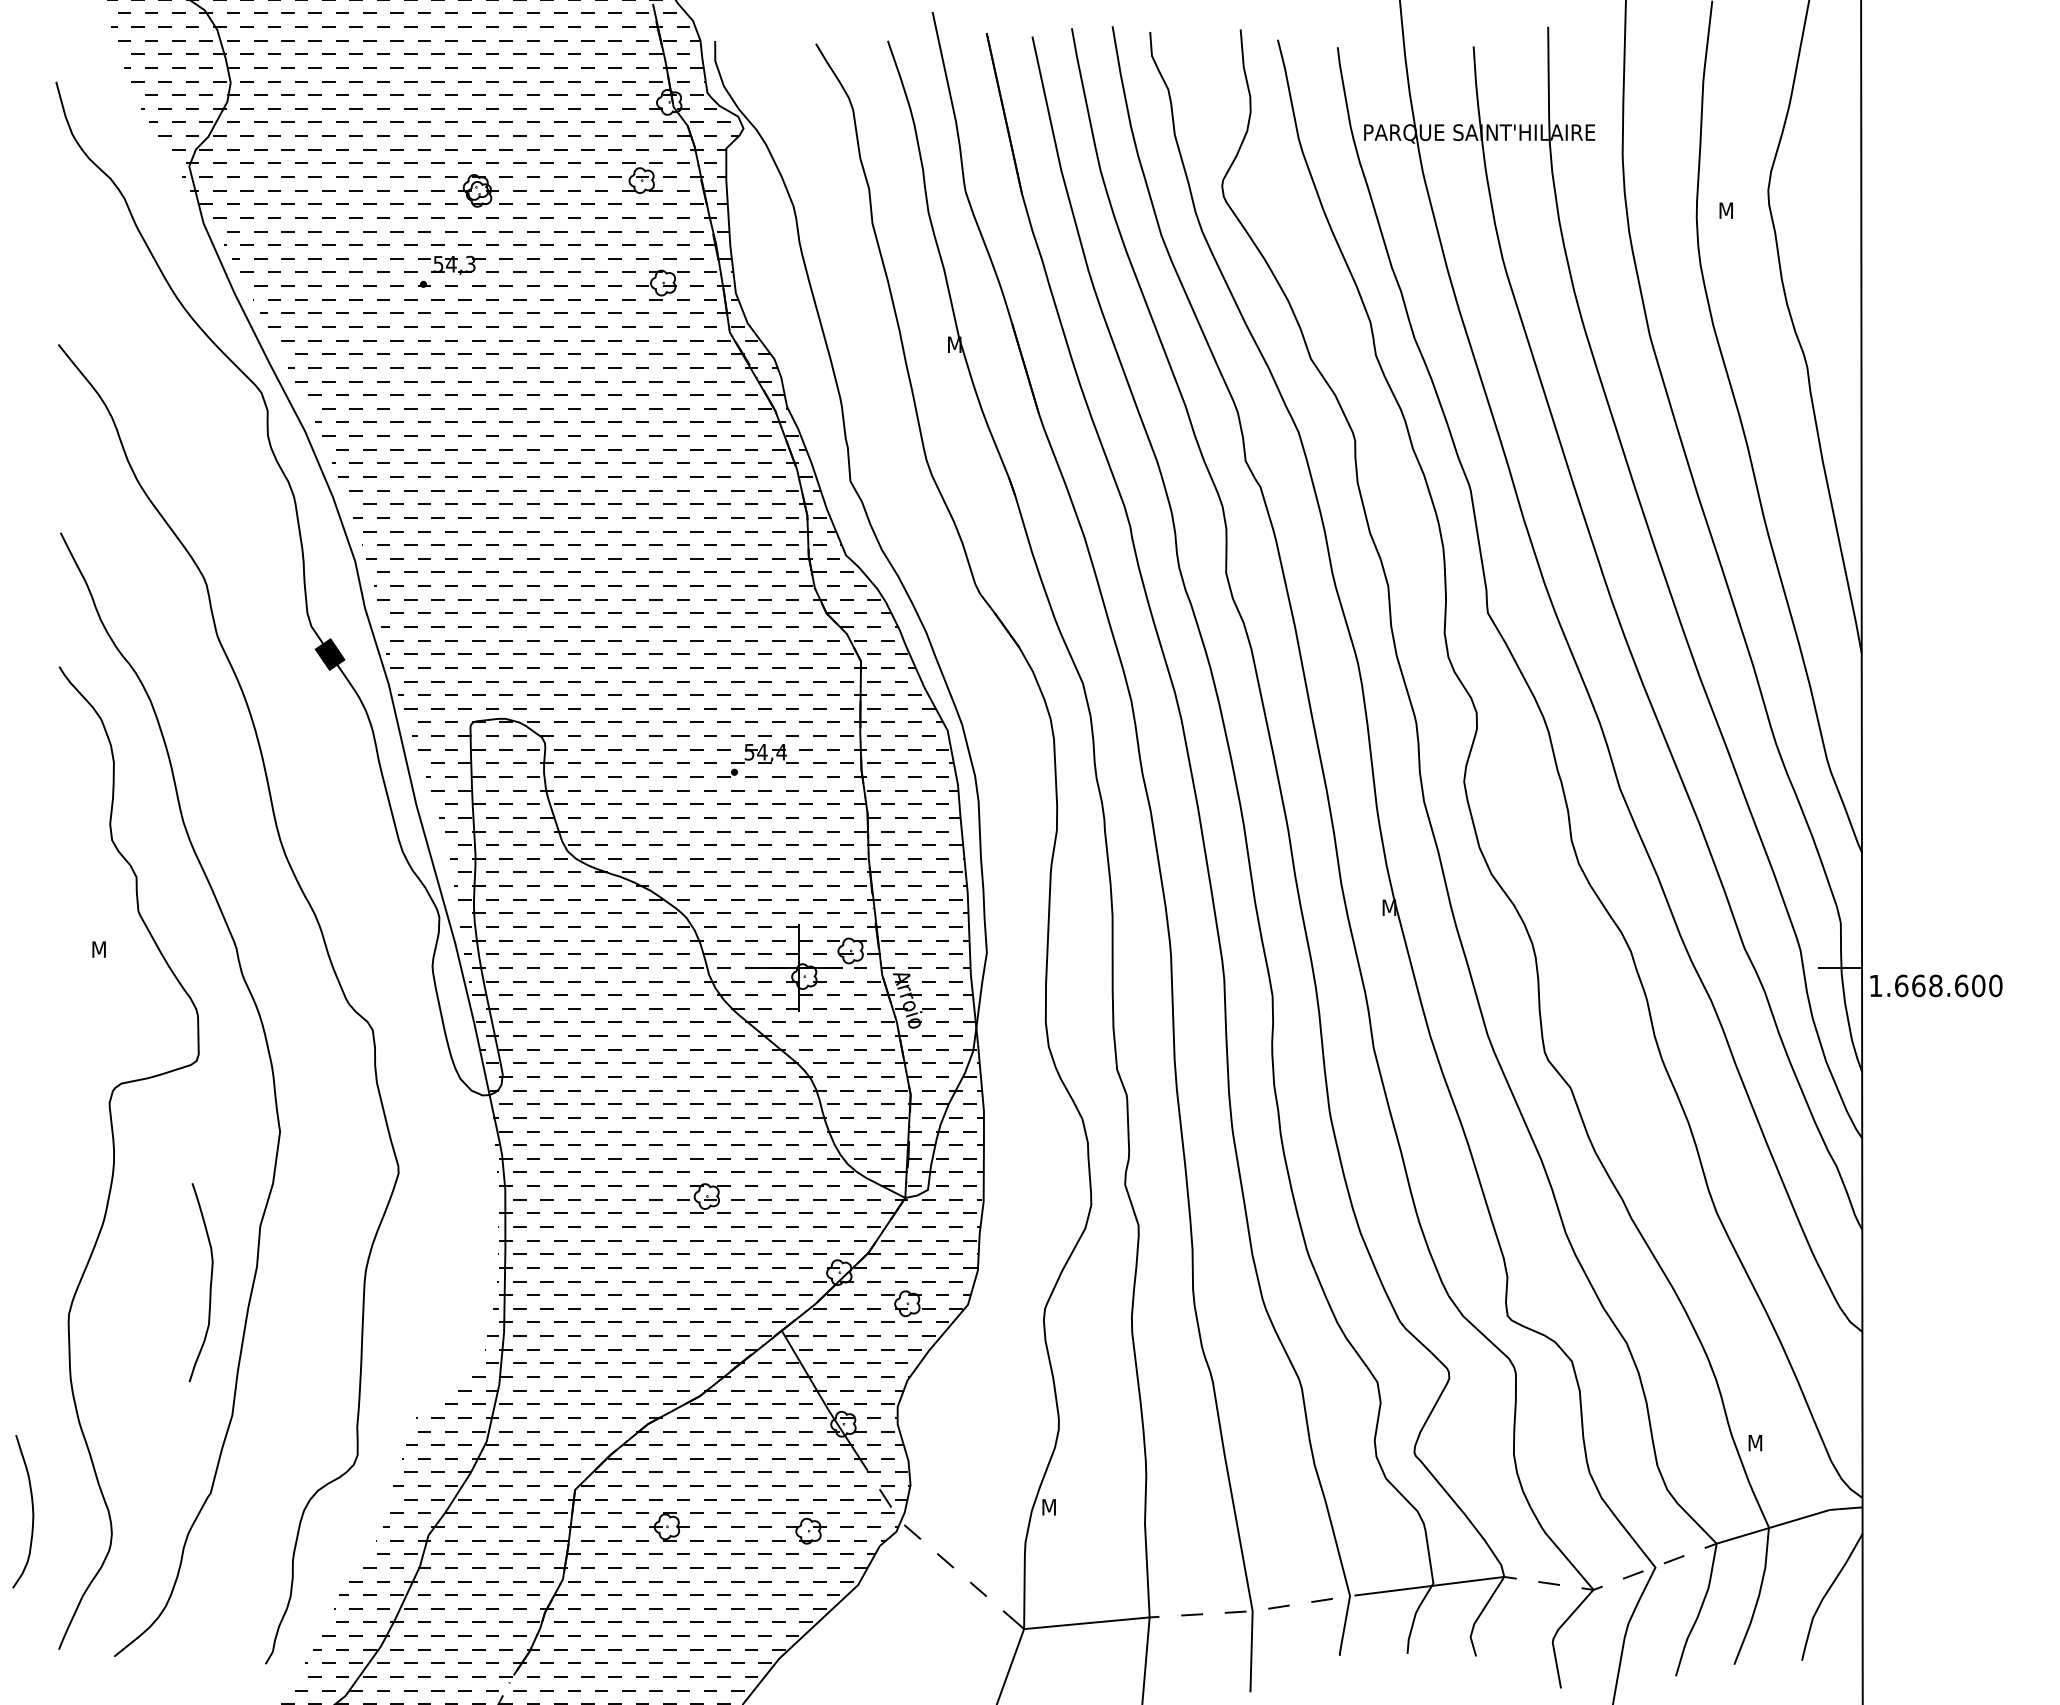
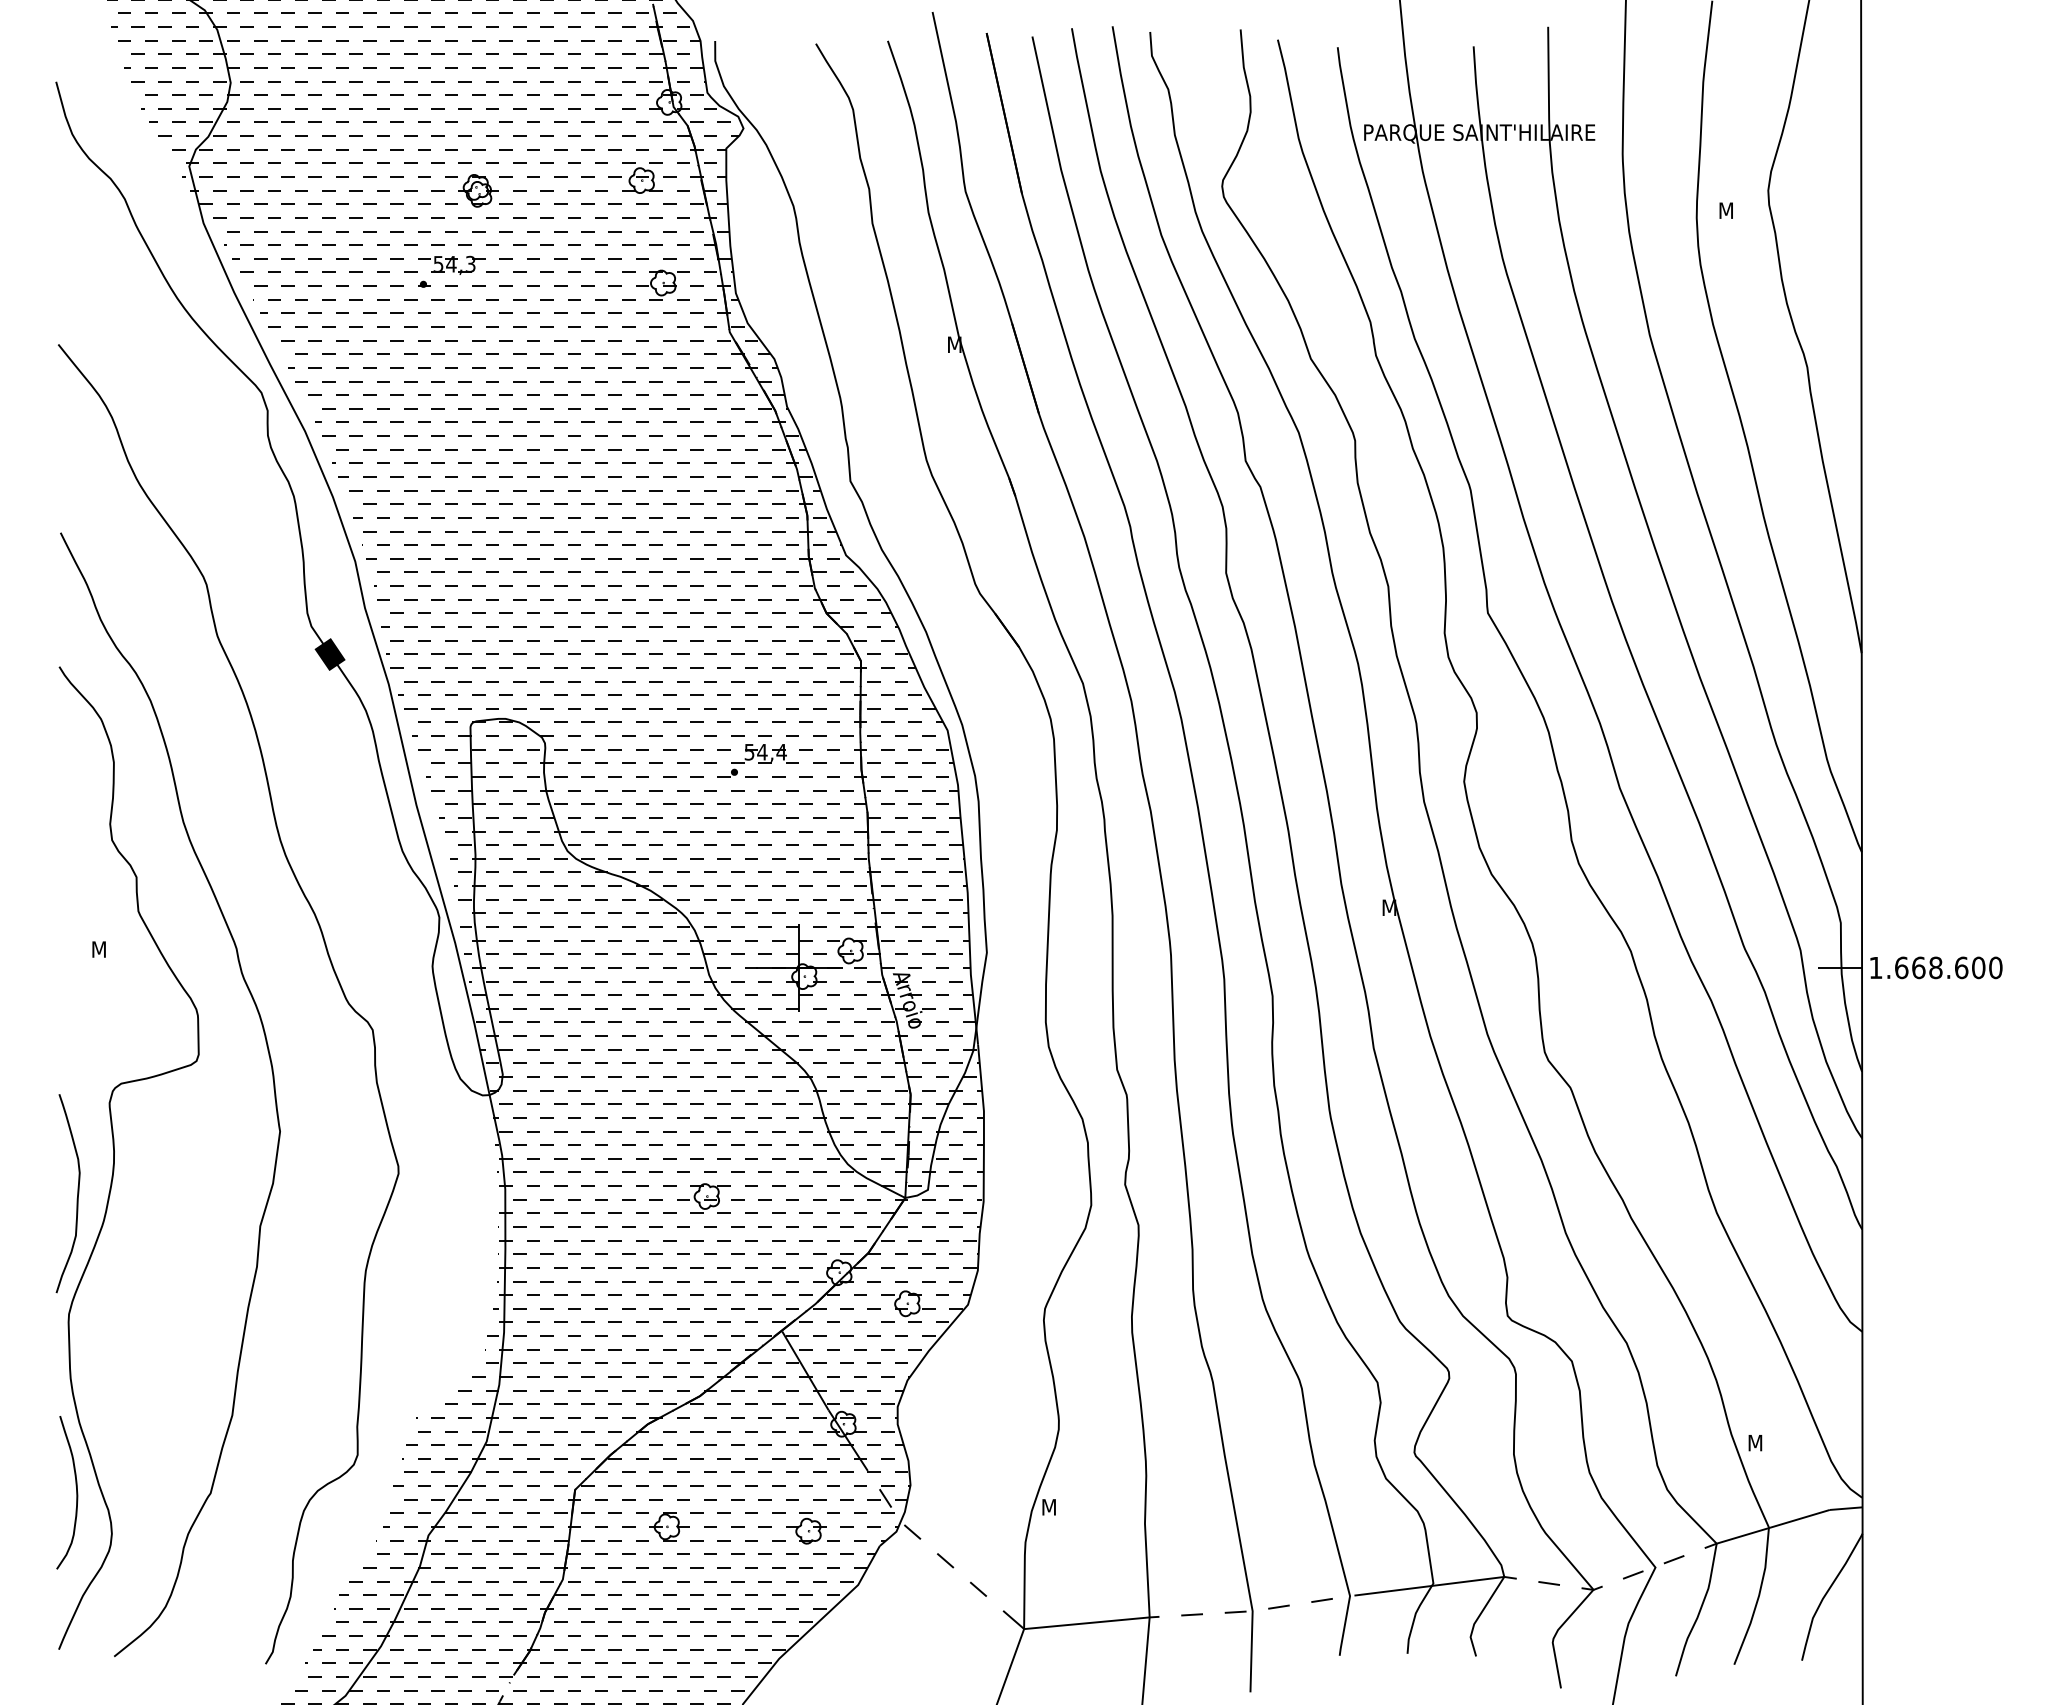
text at (1936, 985) position: (1936, 985) -> (1936, 967)
curve at (210, 1282) position: (210, 1282) -> (77, 1193)
curve at (32, 1511) position: (32, 1511) -> (76, 1492)
